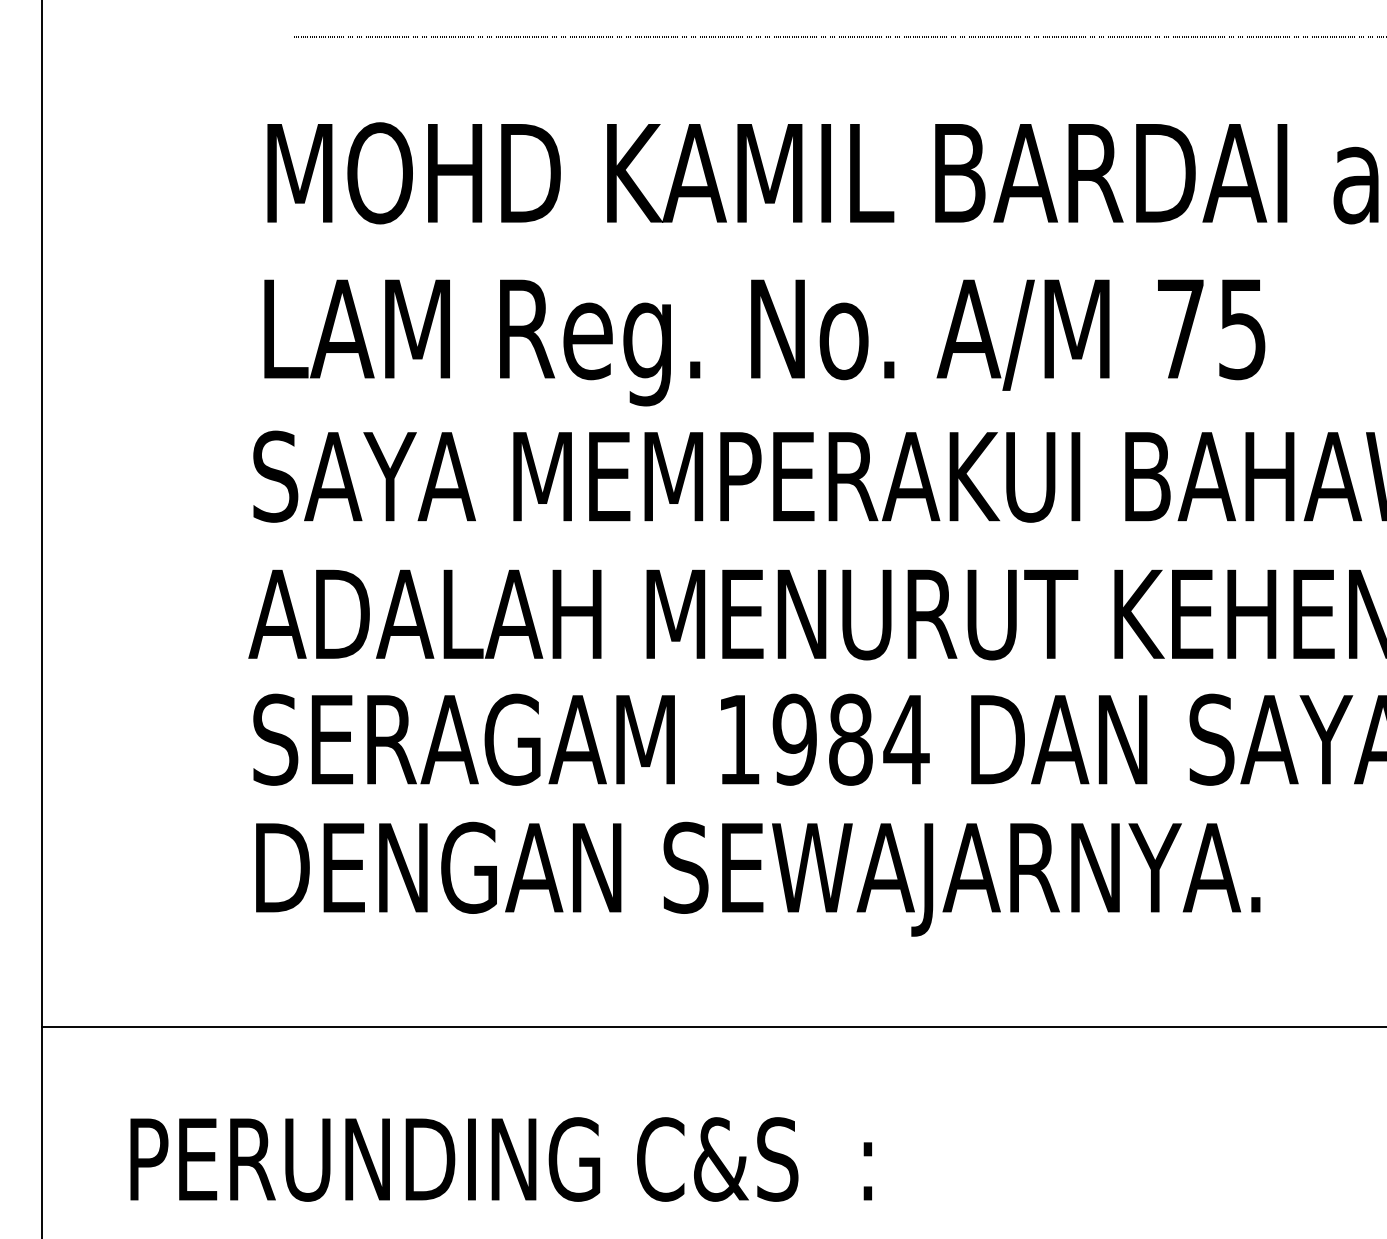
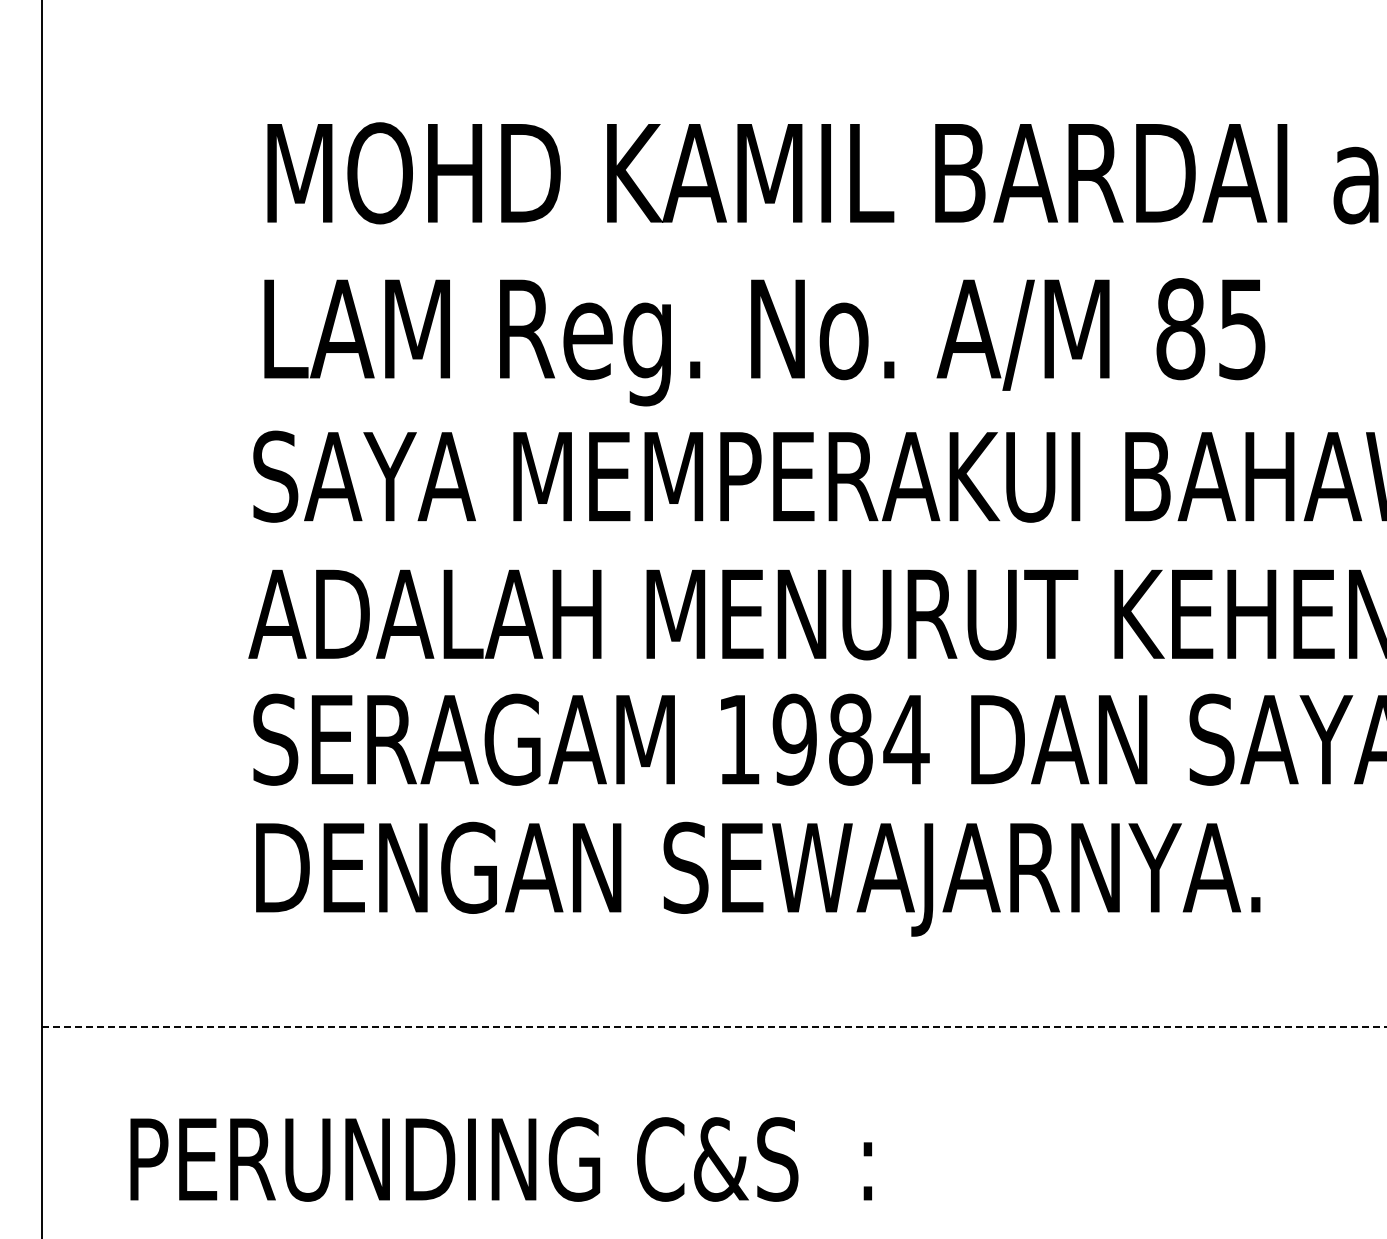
line at (838, 37): present -> none
text at (1180, 329): 75 -> 85
line at (714, 1027): solid -> dashed
